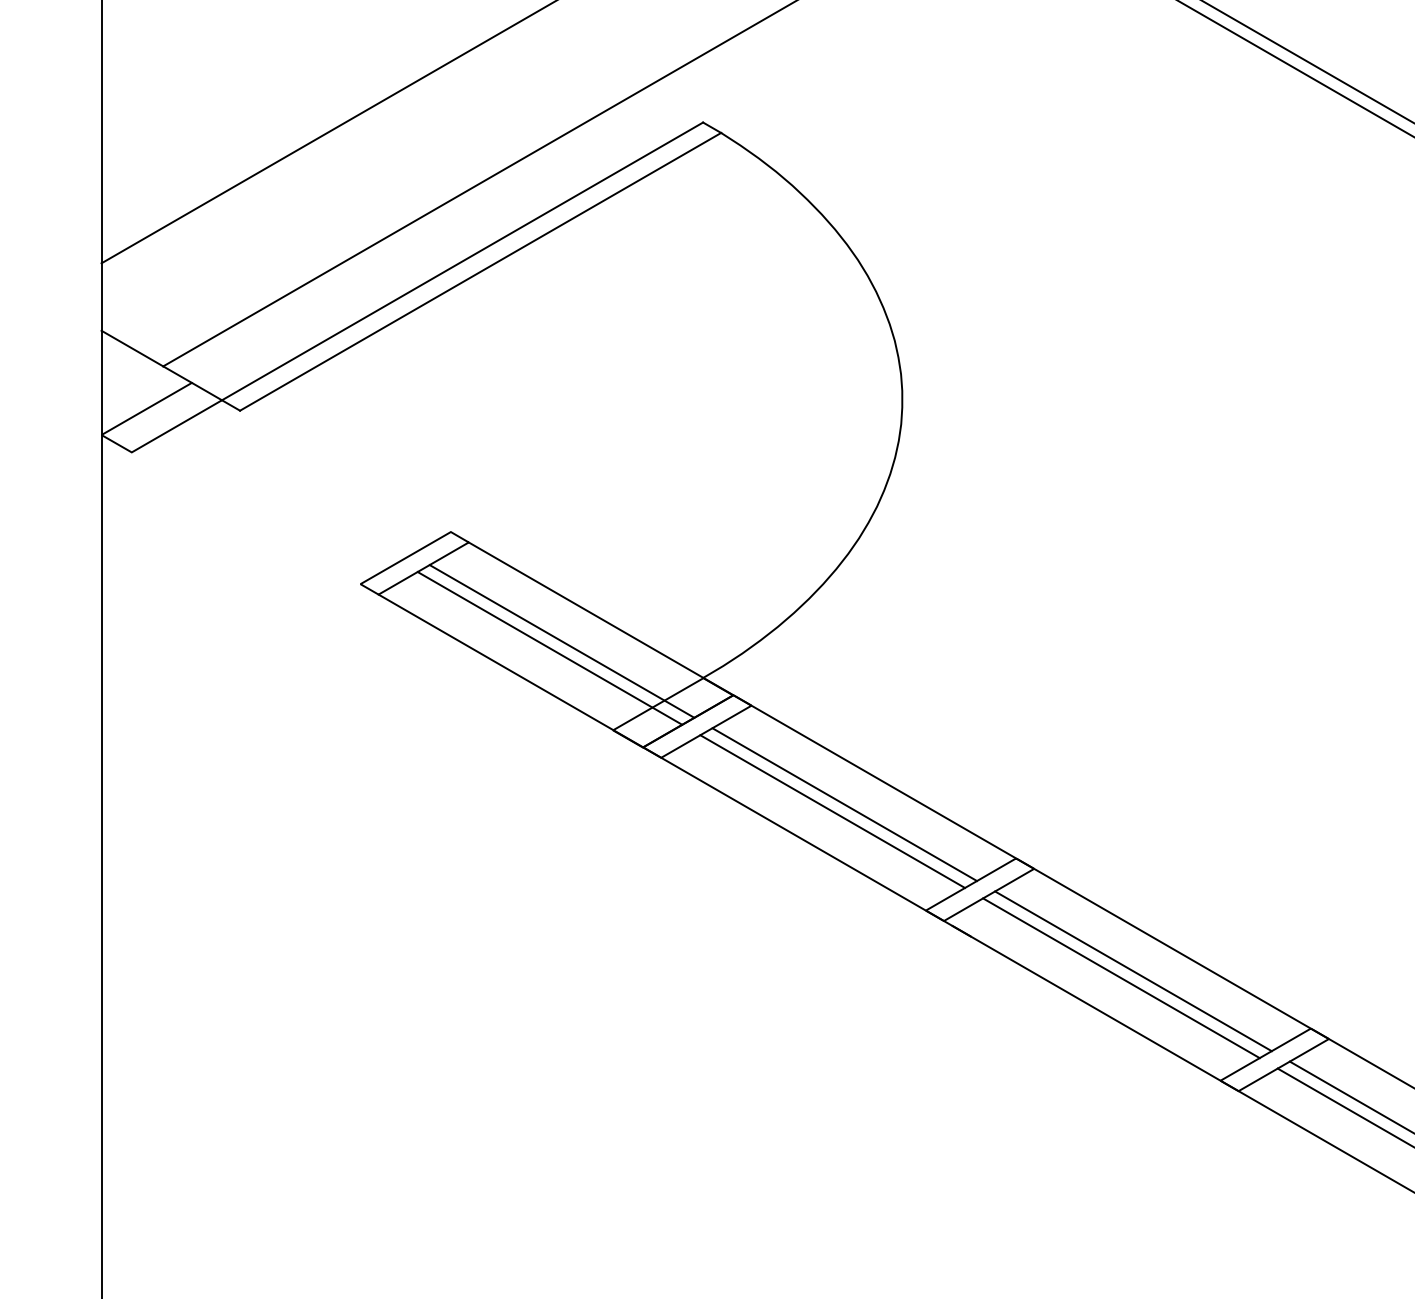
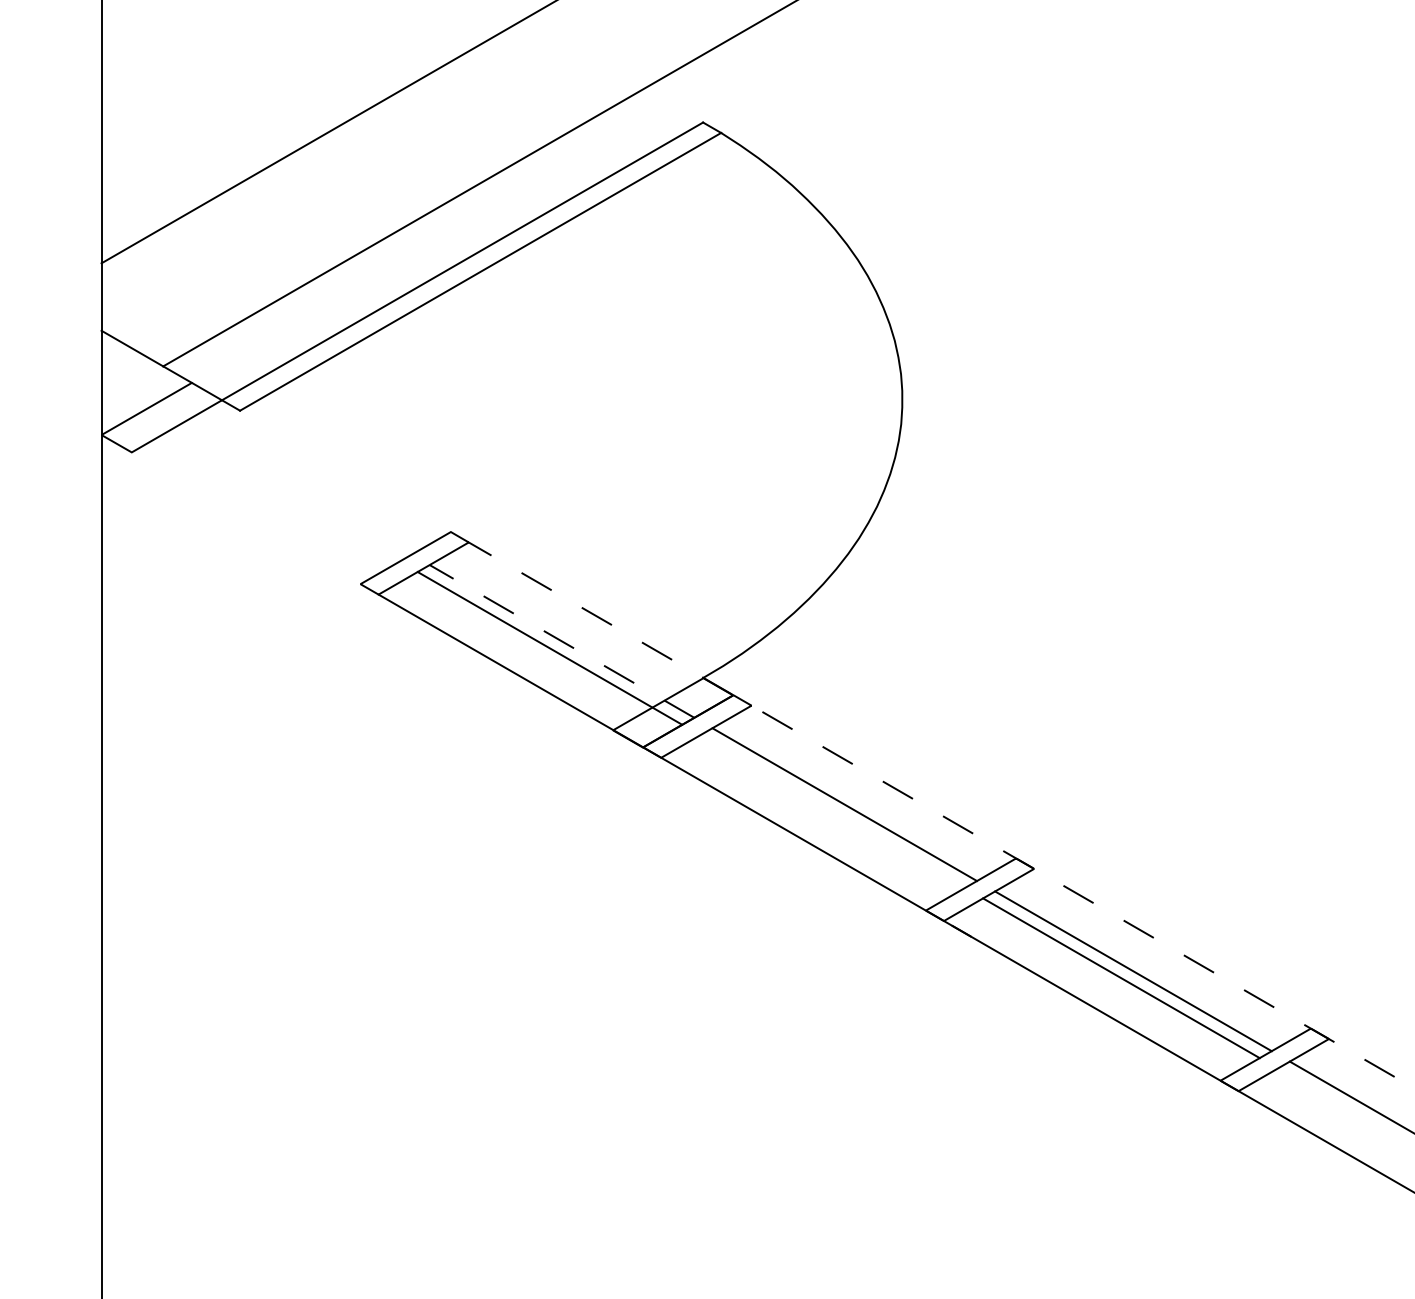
line at (1307, 61): present -> none
line at (1295, 68): present -> none
line at (562, 641): solid -> dashed
line at (832, 811): present -> none
line at (941, 815): solid -> dashed
line at (1344, 1106): present -> none
